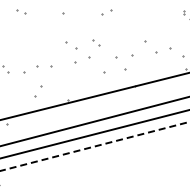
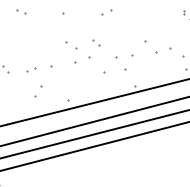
part at (30, 69) size: 16x9 px -> 11x6 px
line at (94, 96) position: (94, 96) -> (94, 102)
line at (95, 146): dashed -> solid
